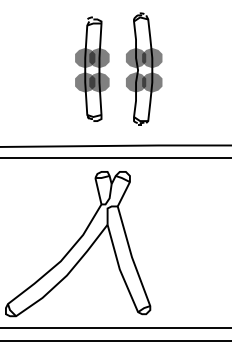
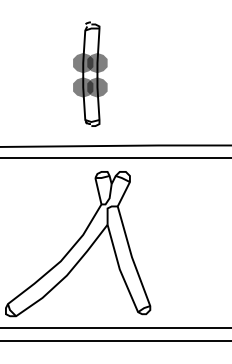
part at (92, 68) position: (92, 68) -> (90, 73)
part at (144, 68): present -> none
